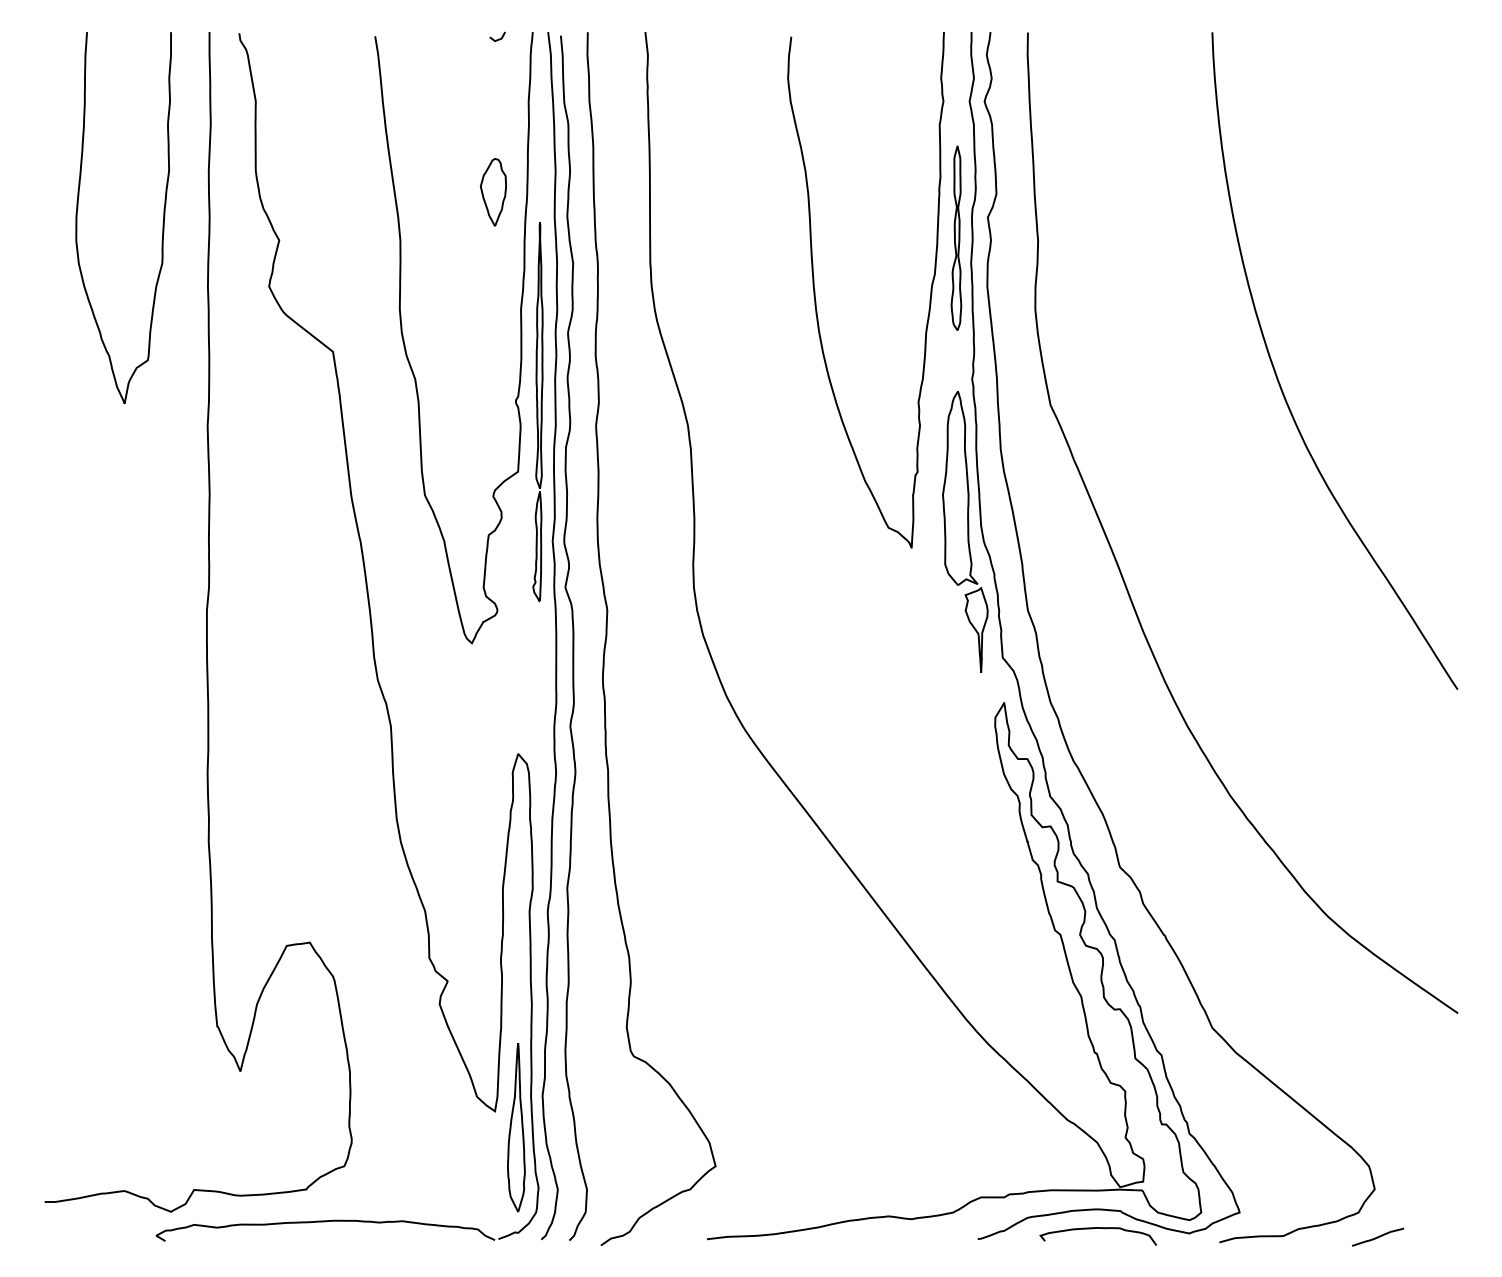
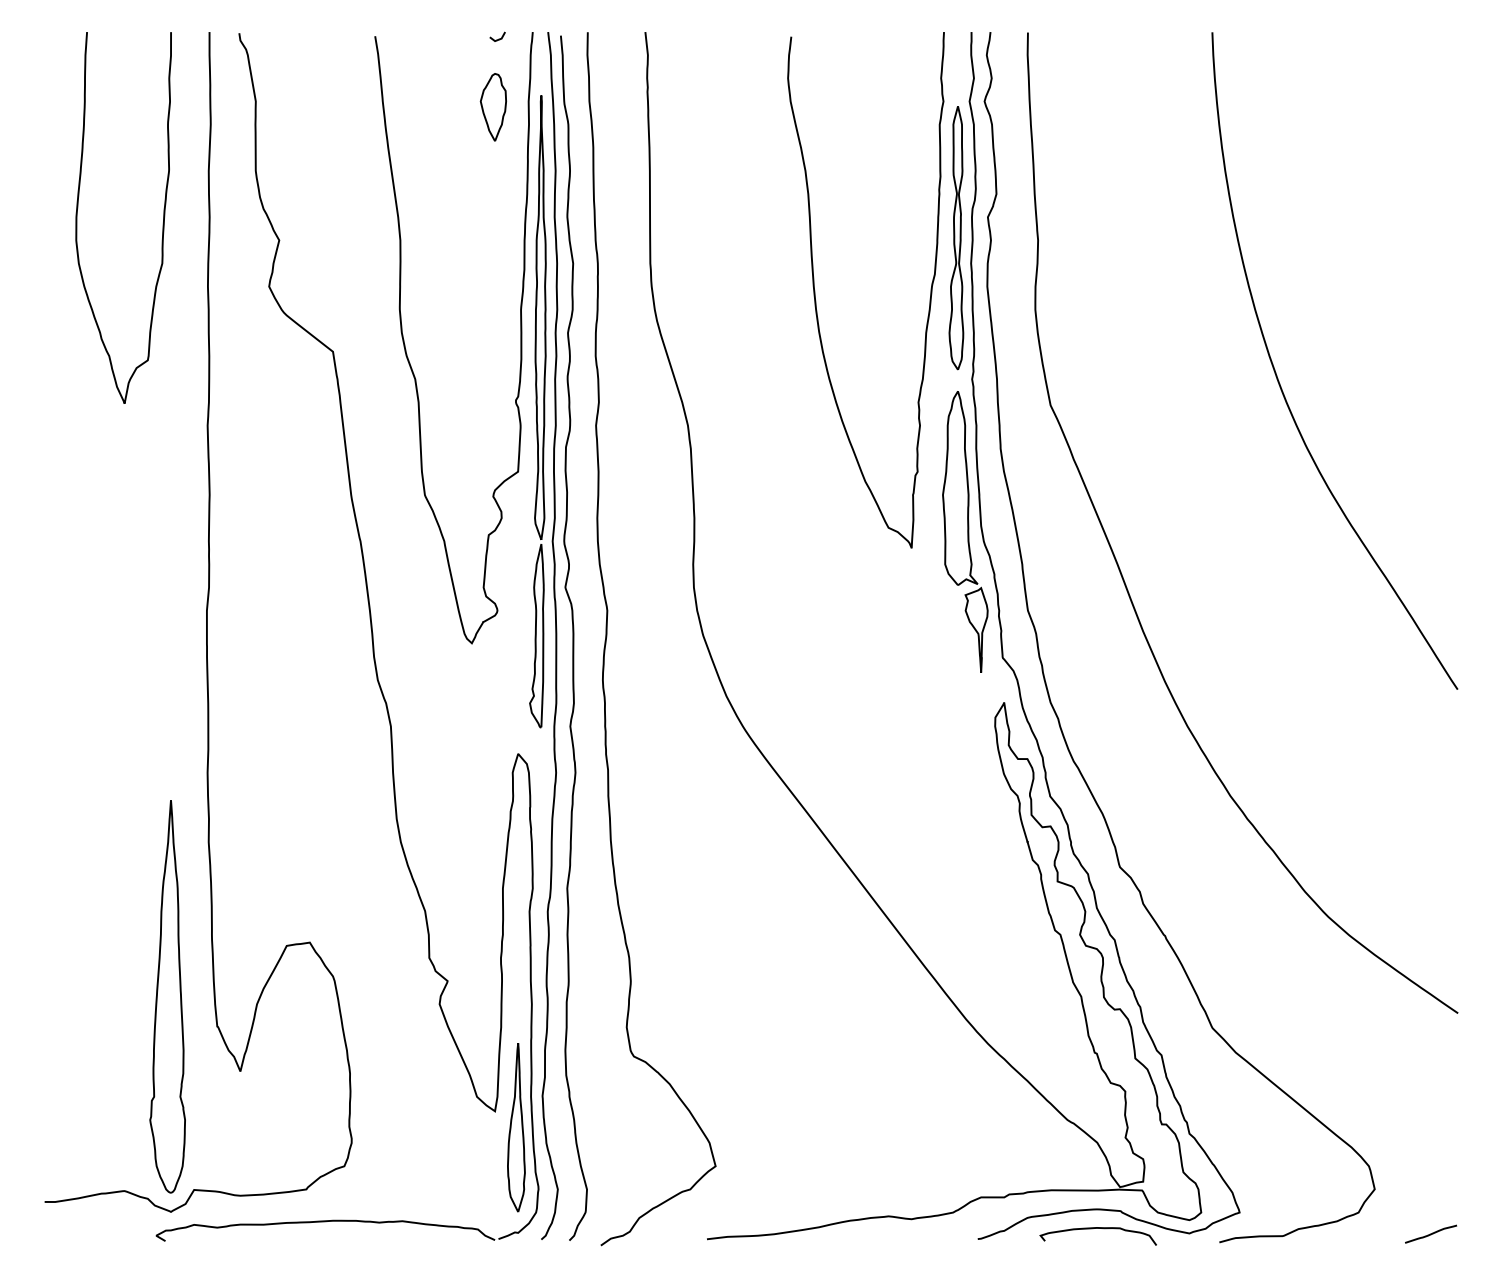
part at (492, 192) position: (492, 192) -> (492, 107)
part at (956, 237) size: 13x186 px -> 17x265 px
part at (537, 412) size: 12x381 px -> 18x634 px
part at (167, 996): none -> present
curve at (1378, 1236) position: (1378, 1236) -> (1431, 1233)
